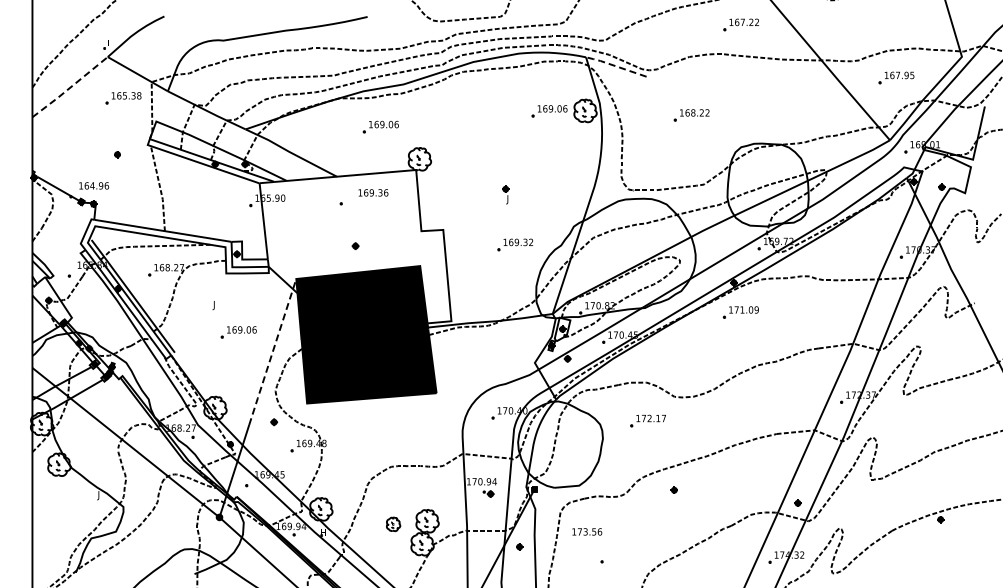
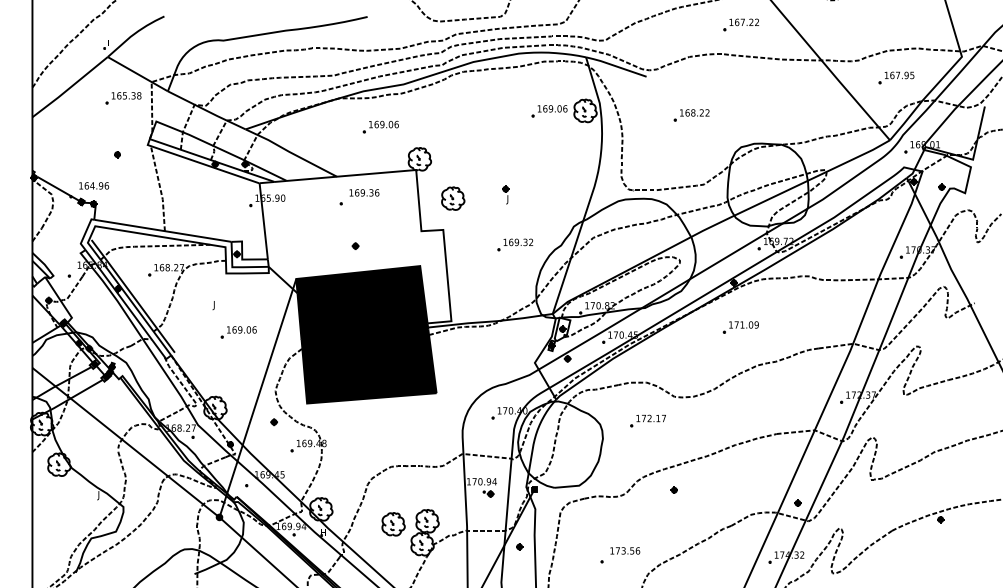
line at (614, 65): dashed -> solid
line at (69, 88): dashed -> solid
text at (373, 192) position: (373, 192) -> (364, 192)
part at (453, 198): none -> present
part at (740, 312) position: (740, 312) -> (740, 327)
line at (272, 352): dashed -> solid
part at (393, 524) size: 16x17 px -> 25x25 px
text at (587, 531) position: (587, 531) -> (625, 550)
